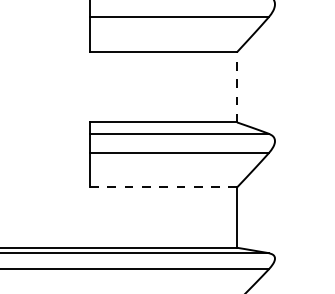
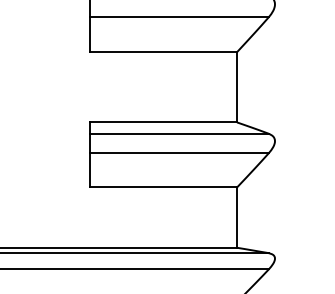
line at (237, 86): dashed -> solid
line at (163, 187): dashed -> solid
